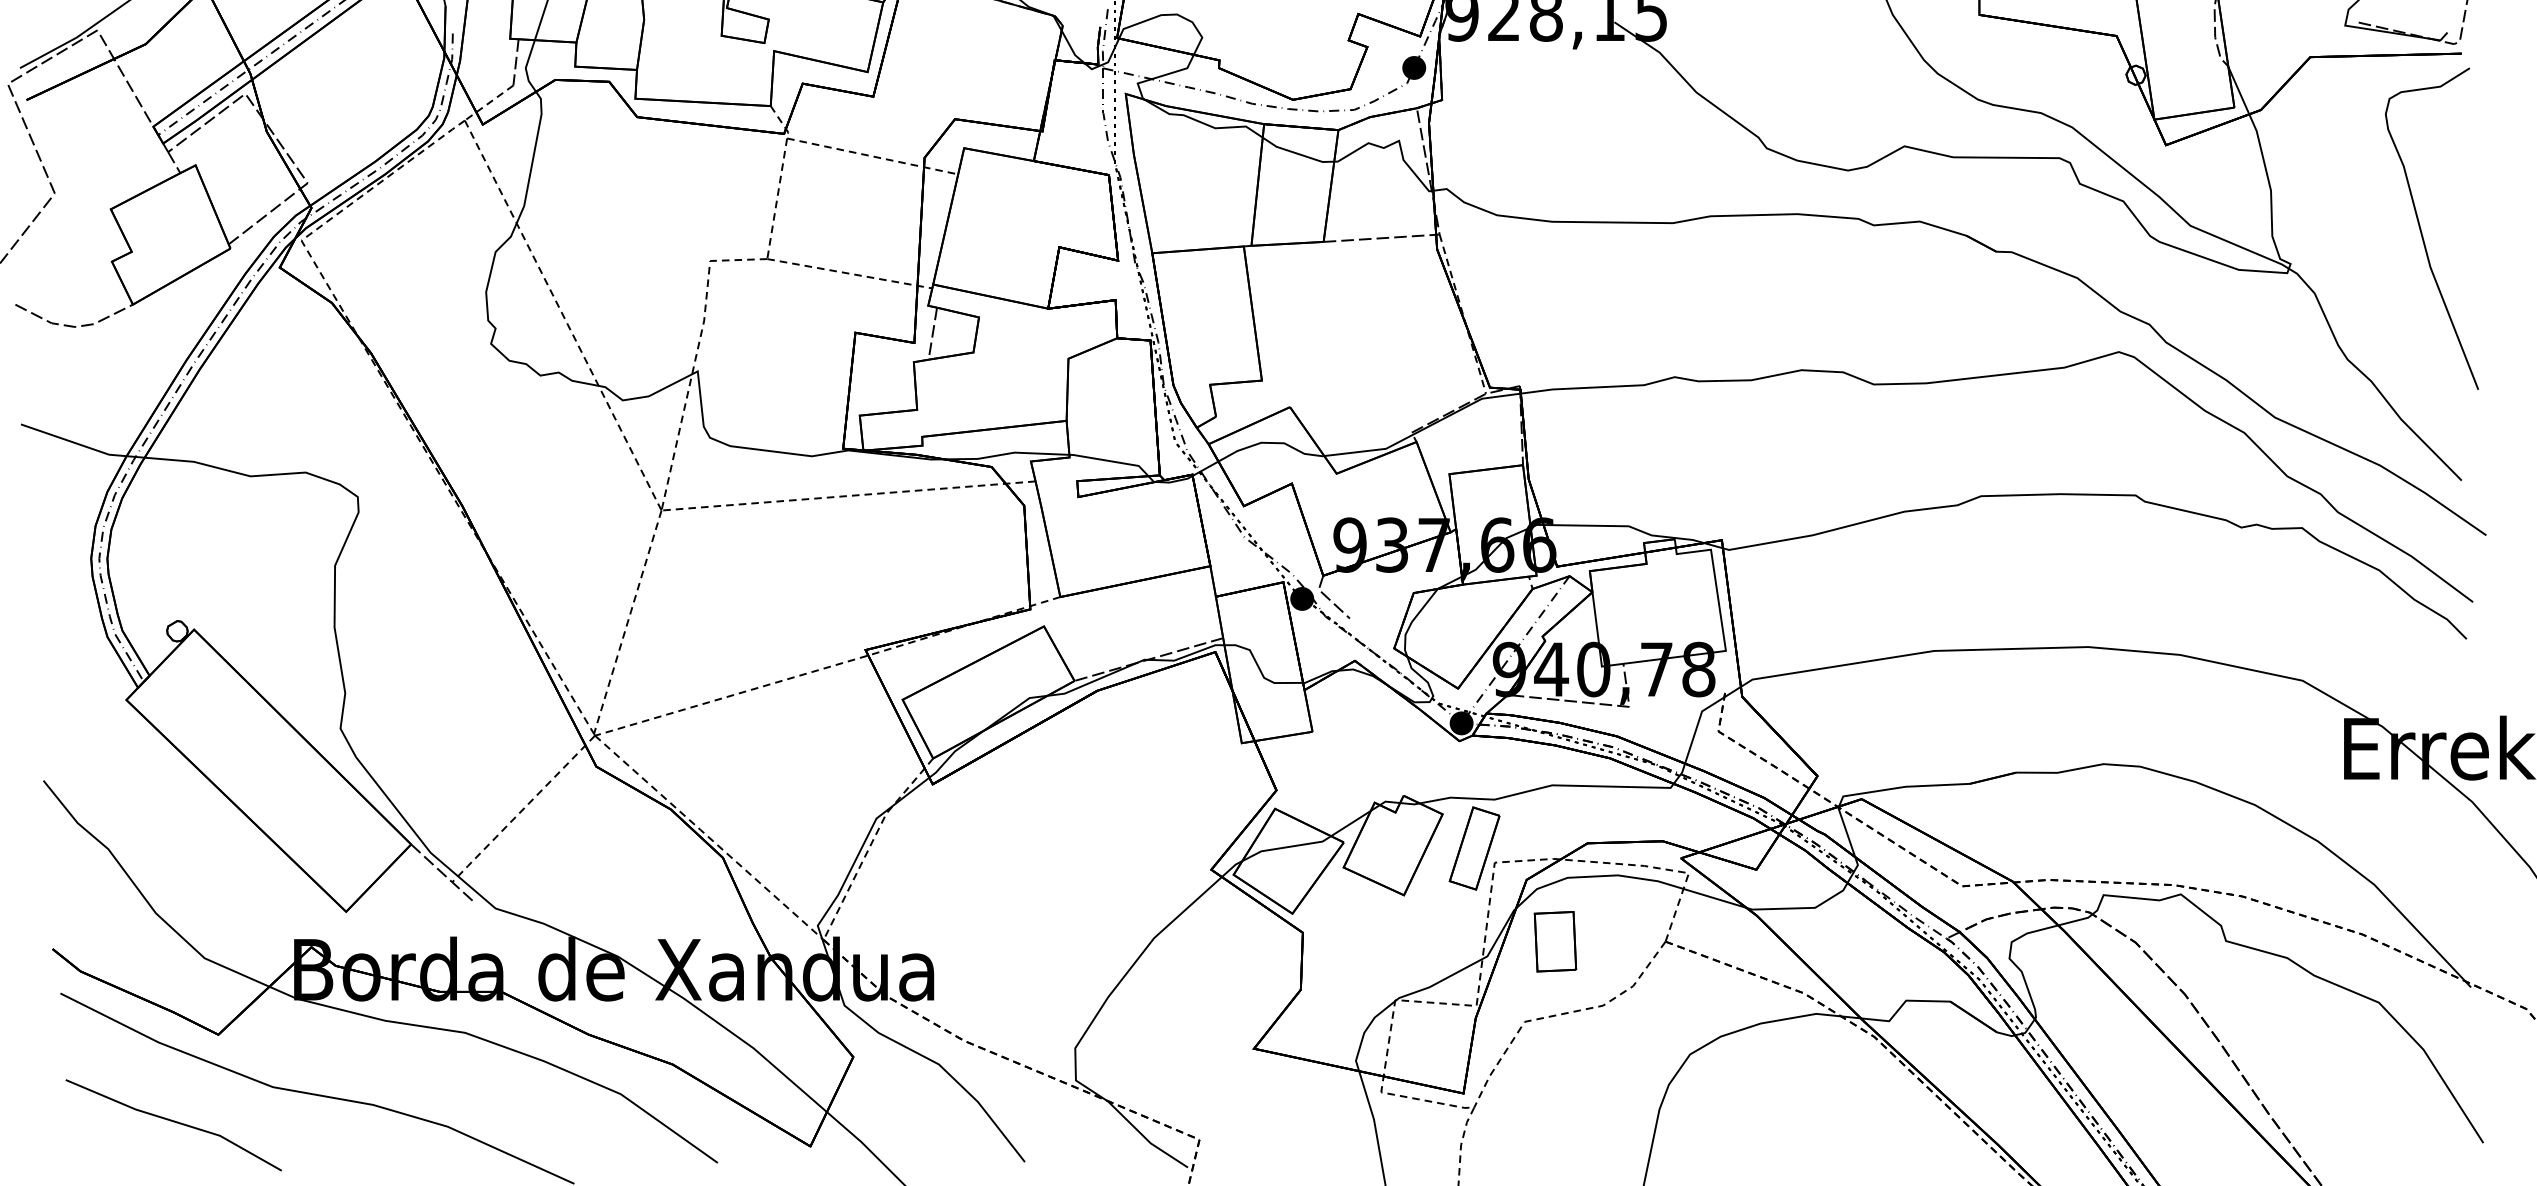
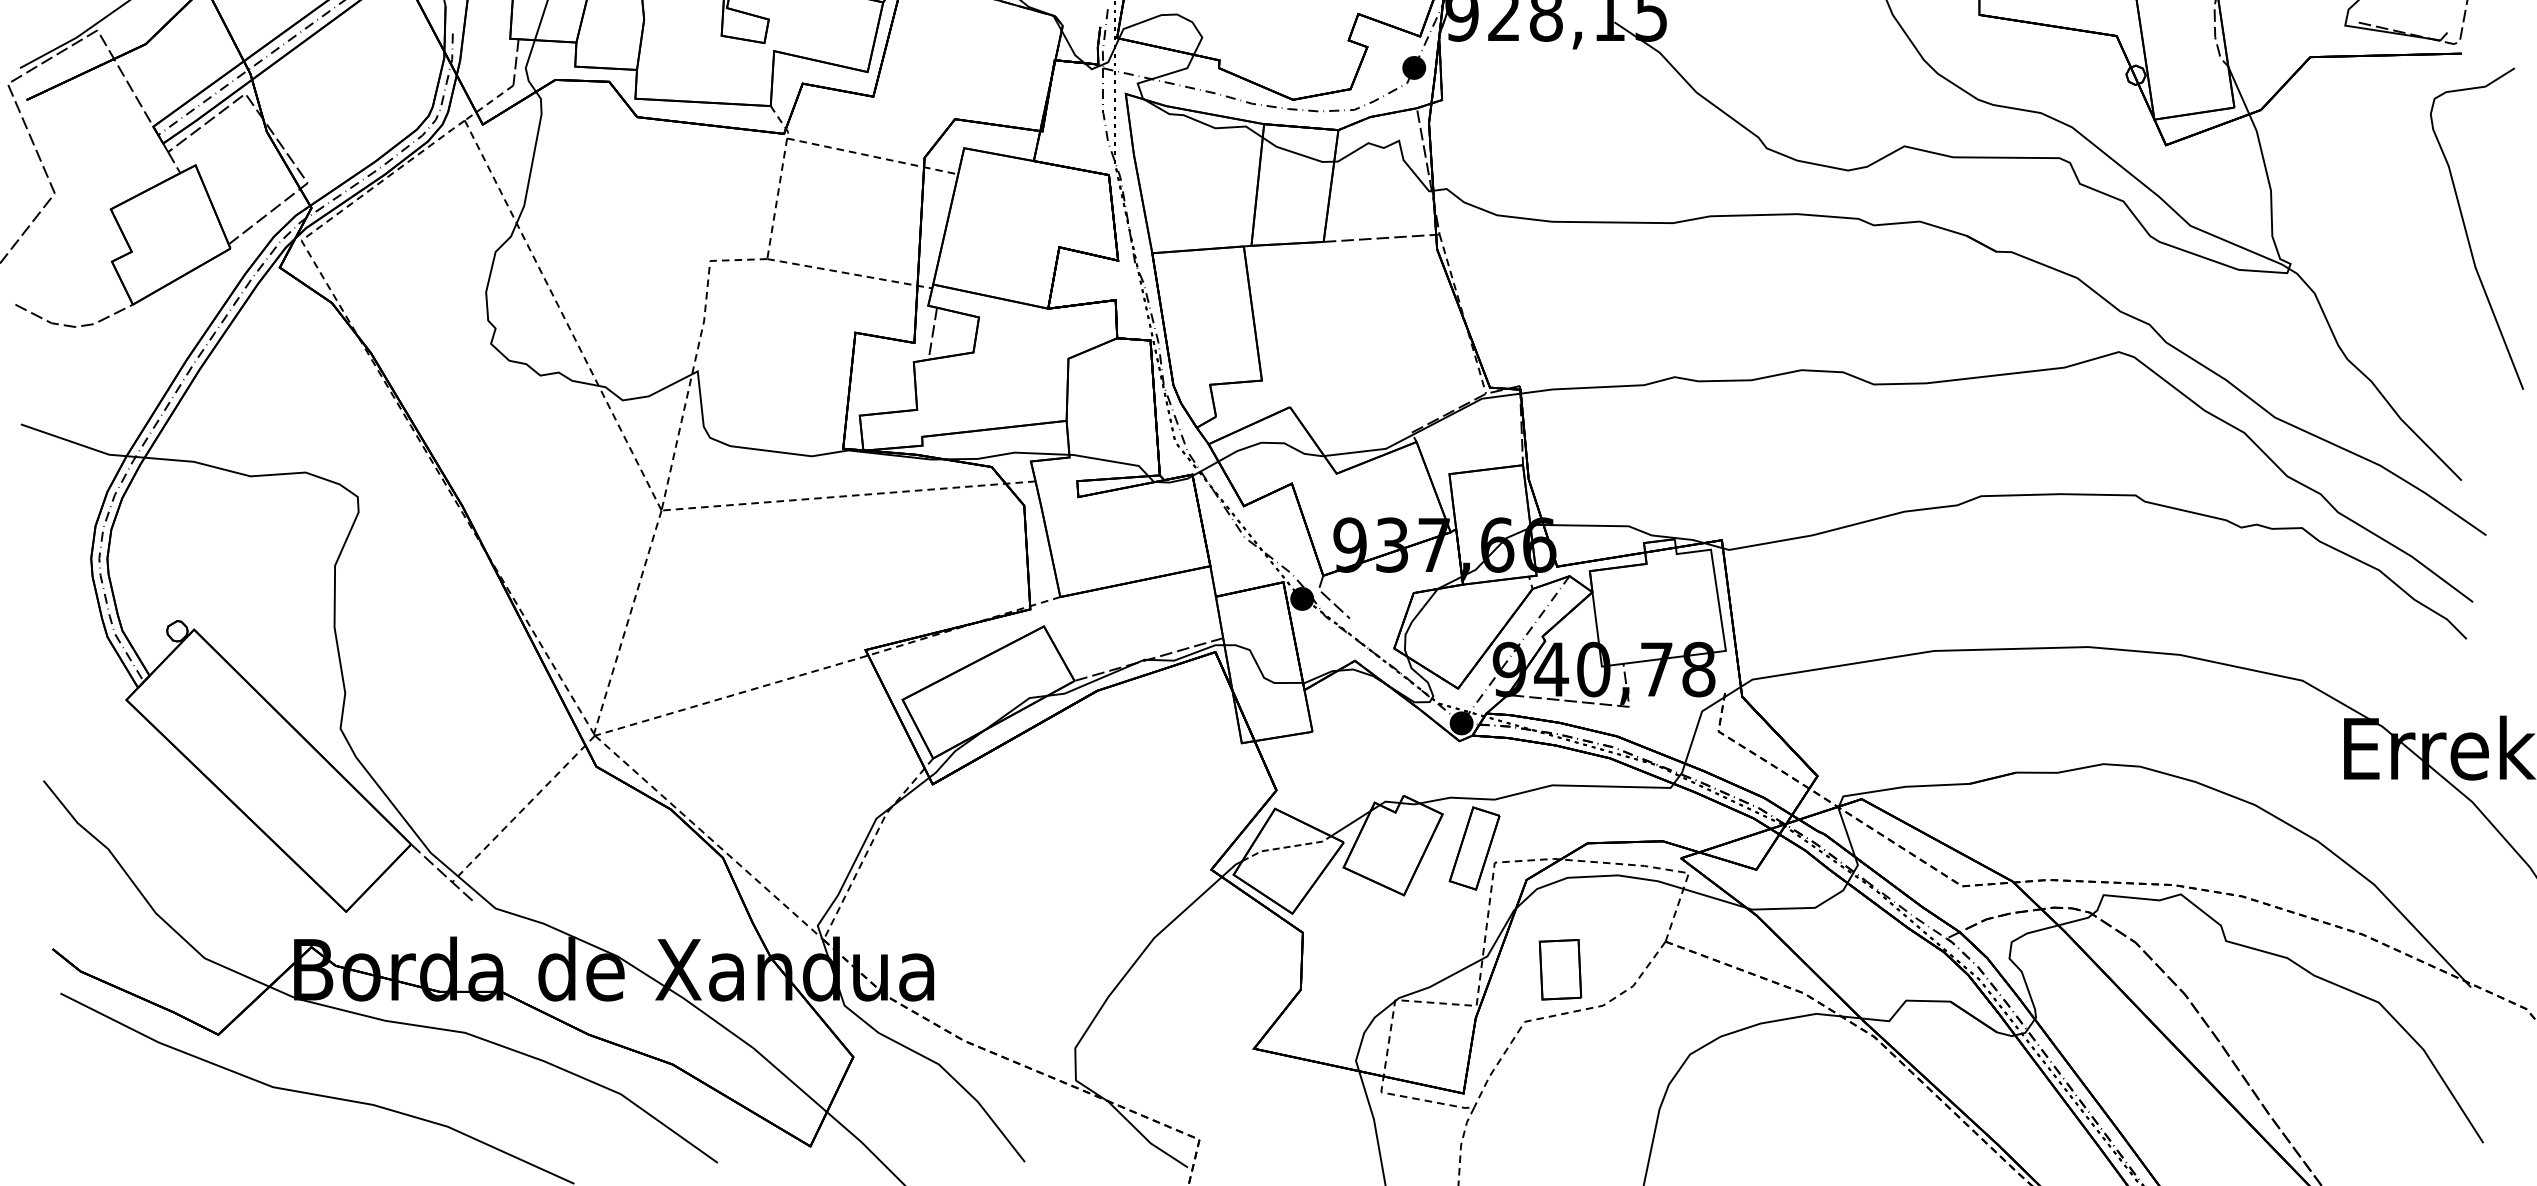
curve at (2422, 232) position: (2422, 232) -> (2467, 232)
line at (1286, 847): solid -> dashed
part at (1555, 941) position: (1555, 941) -> (1560, 969)
line at (173, 1122): present -> none
